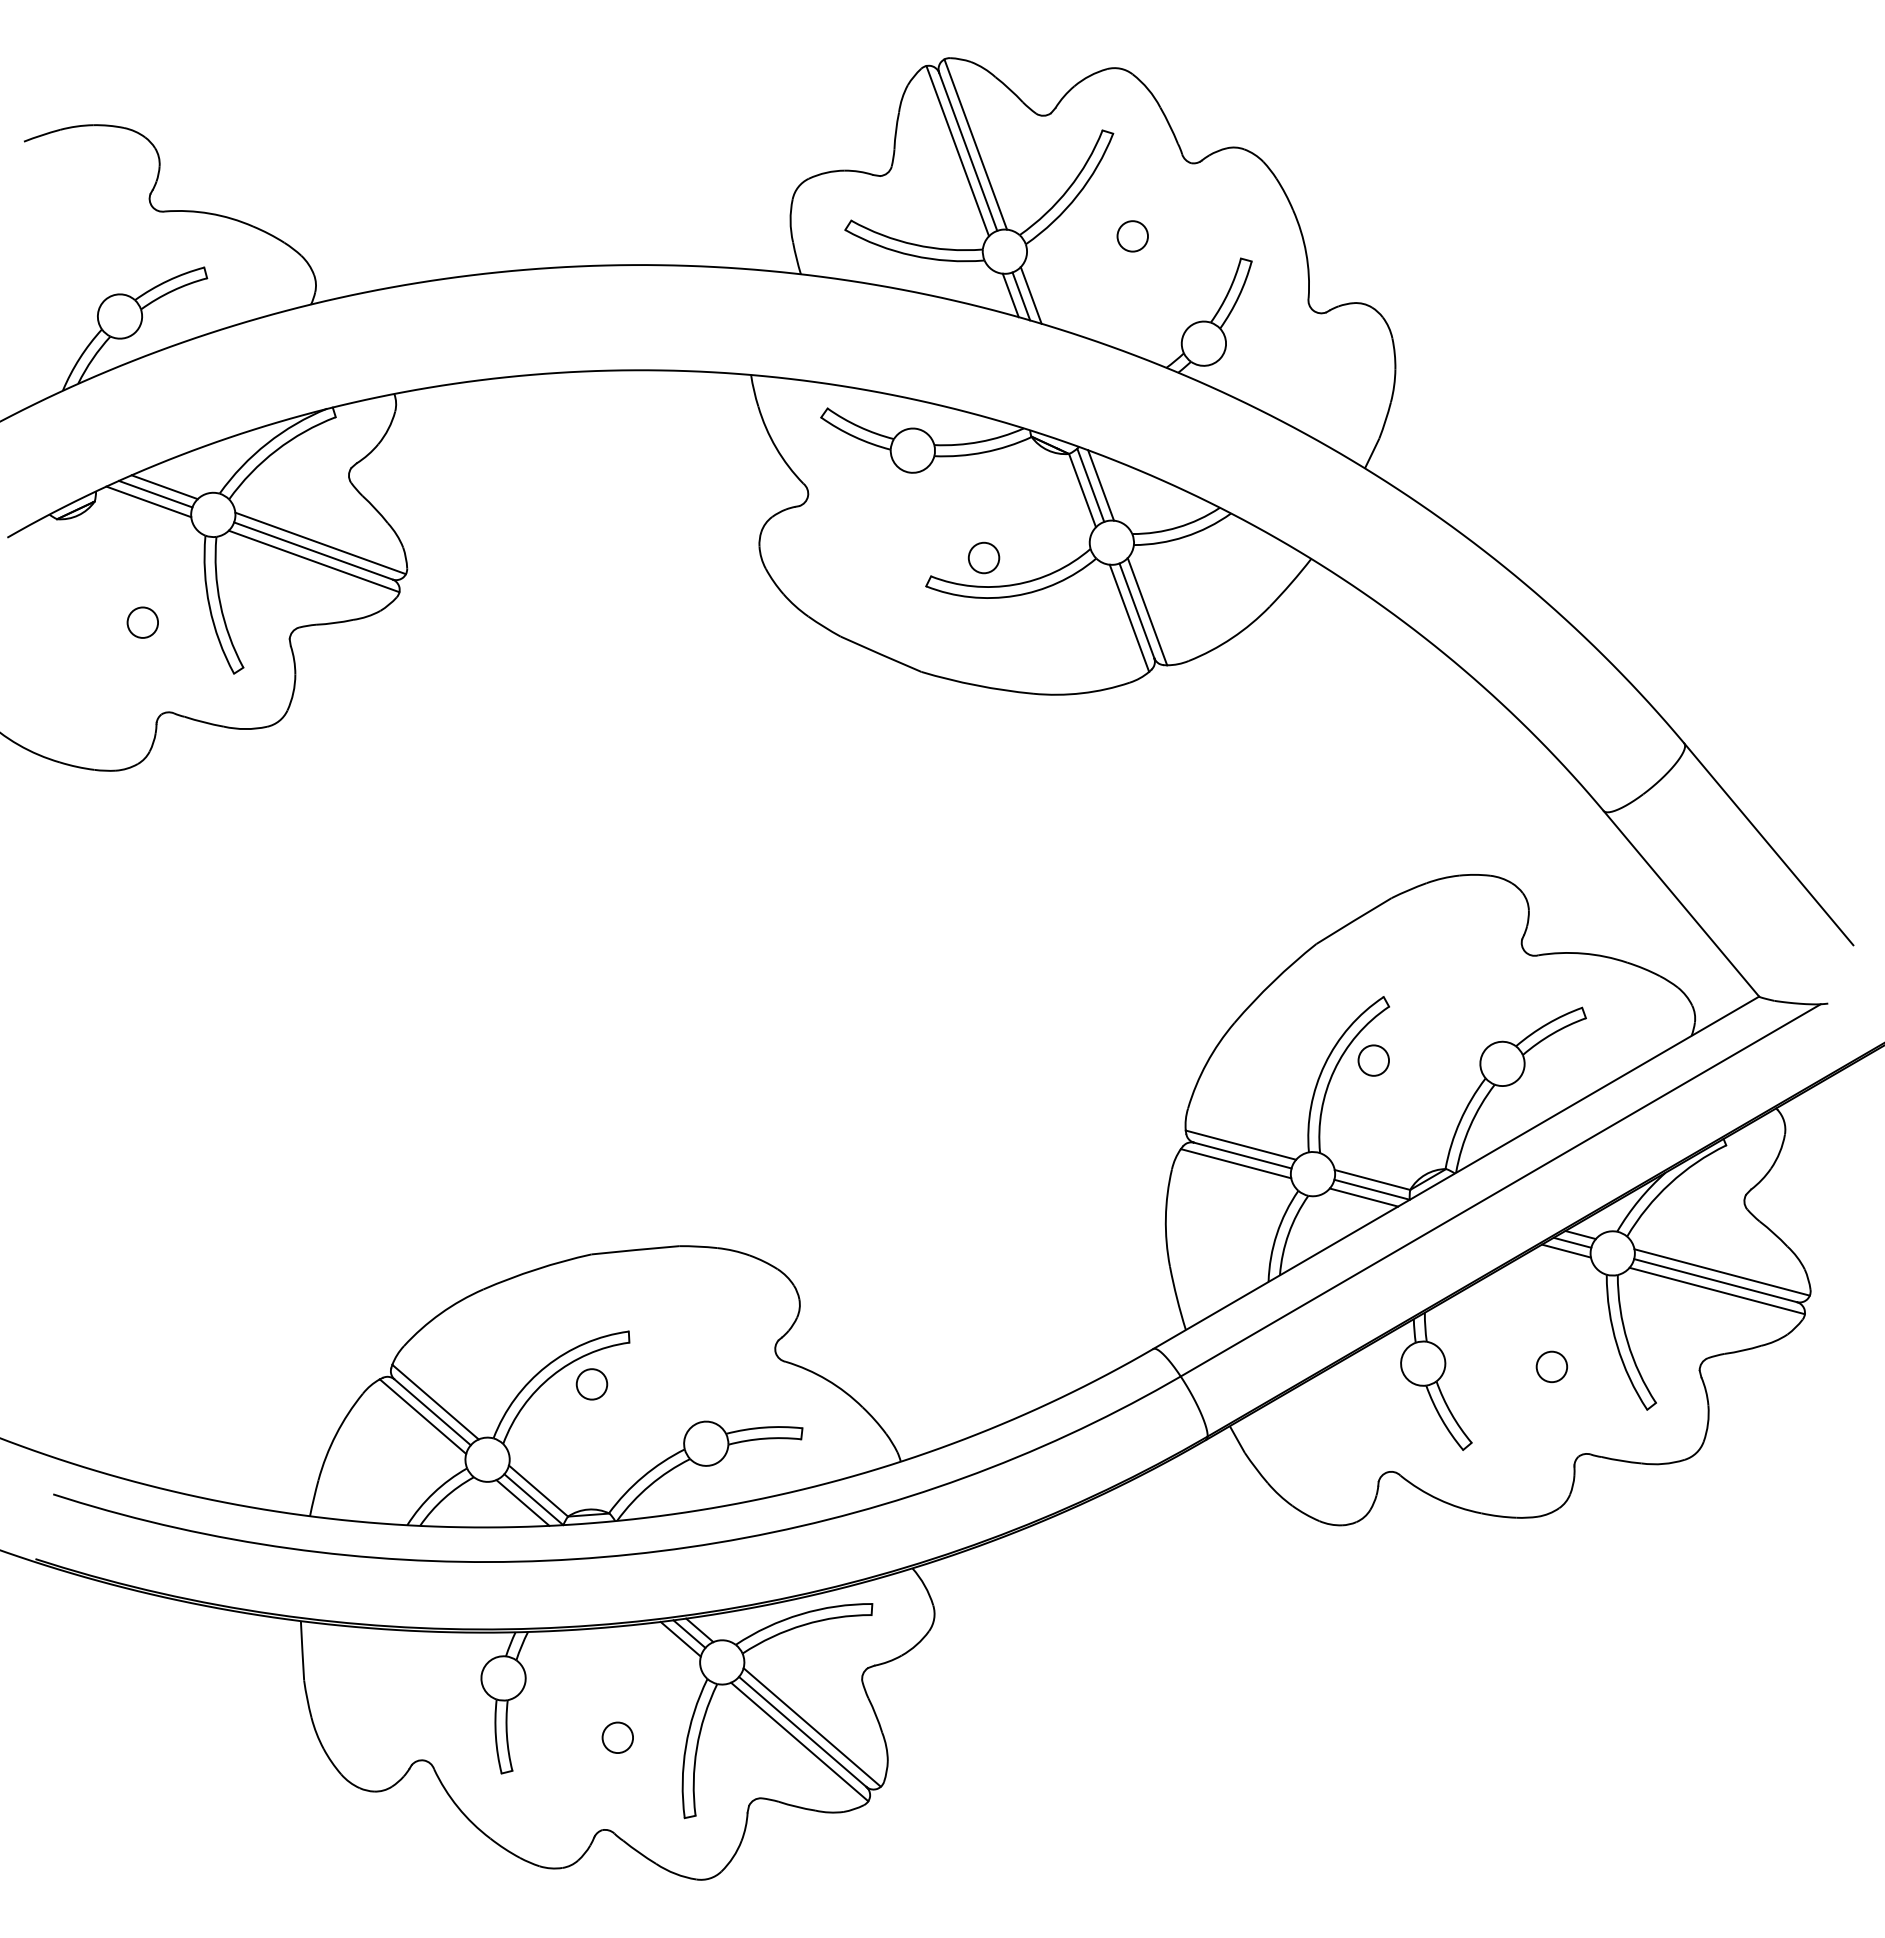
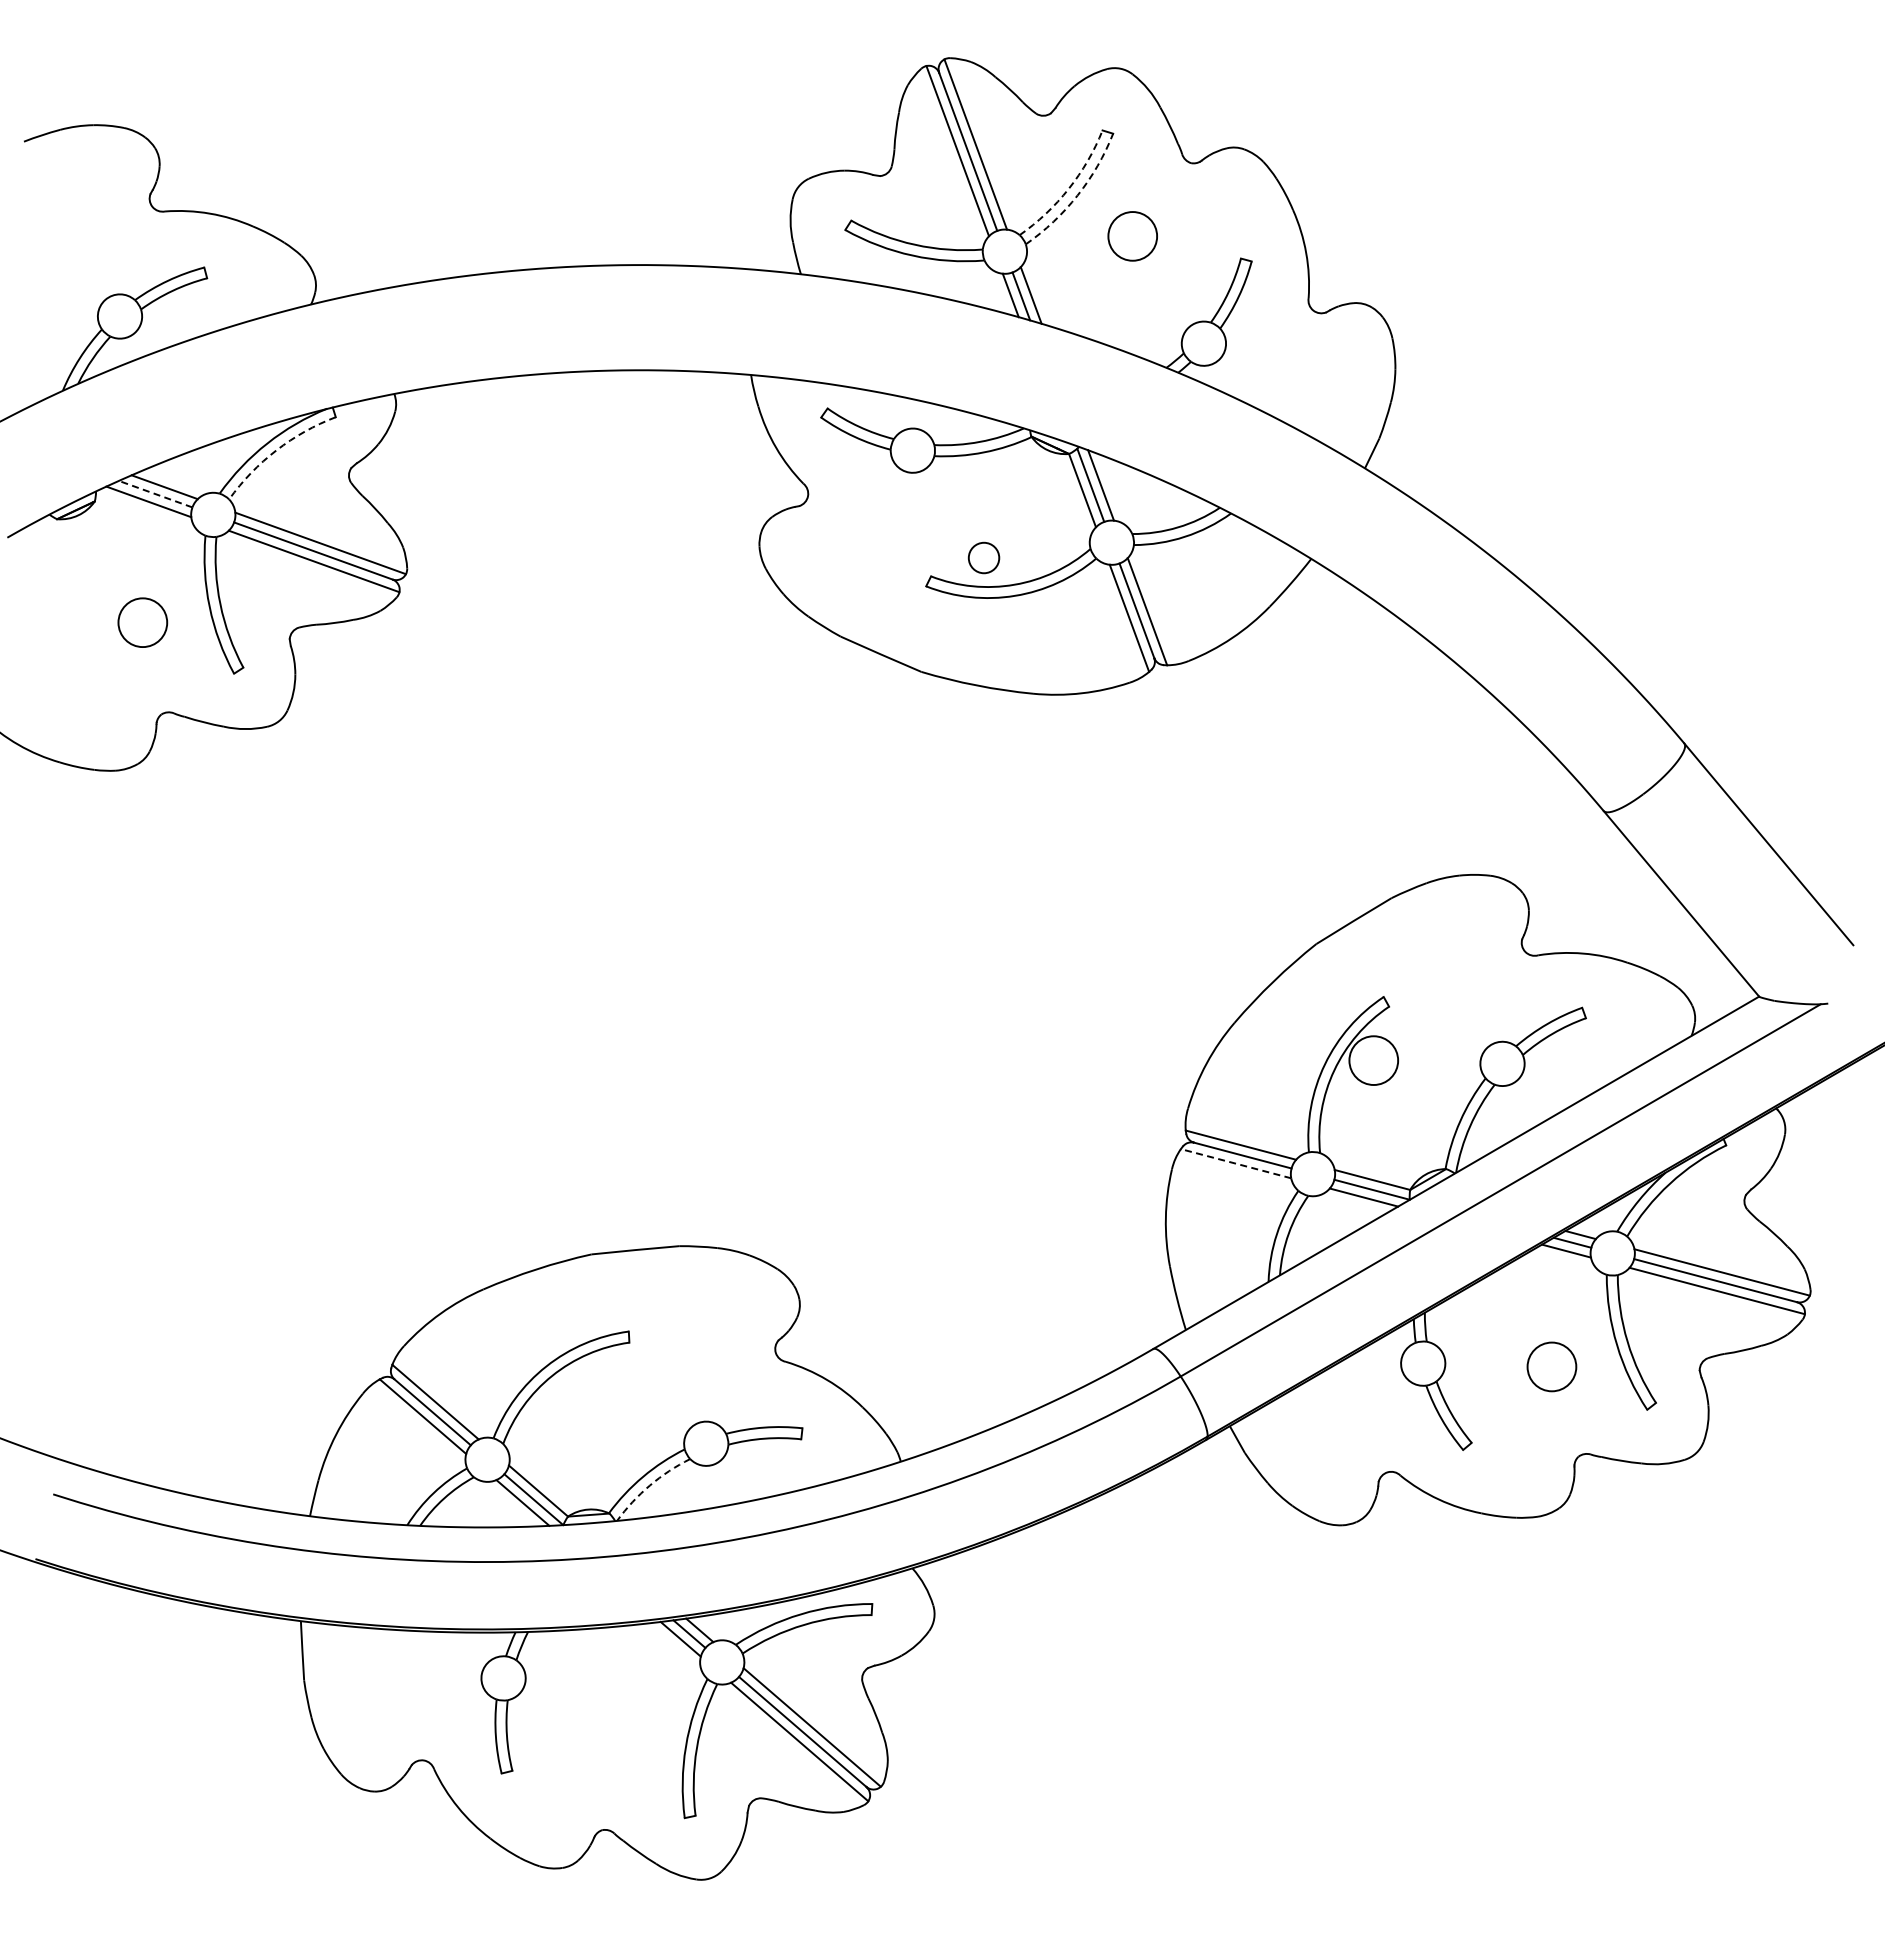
arc at (1068, 188): solid -> dashed
arc at (1077, 195): solid -> dashed
circle at (1132, 236) diameter: 30 px -> 49 px
arc at (276, 450): solid -> dashed
line at (155, 494): solid -> dashed
circle at (142, 622) diameter: 30 px -> 49 px
circle at (1373, 1060) diameter: 30 px -> 49 px
line at (1235, 1163): solid -> dashed
circle at (1551, 1366) diameter: 30 px -> 49 px
circle at (591, 1384): present -> none
arc at (649, 1485): solid -> dashed
circle at (617, 1737): present -> none
